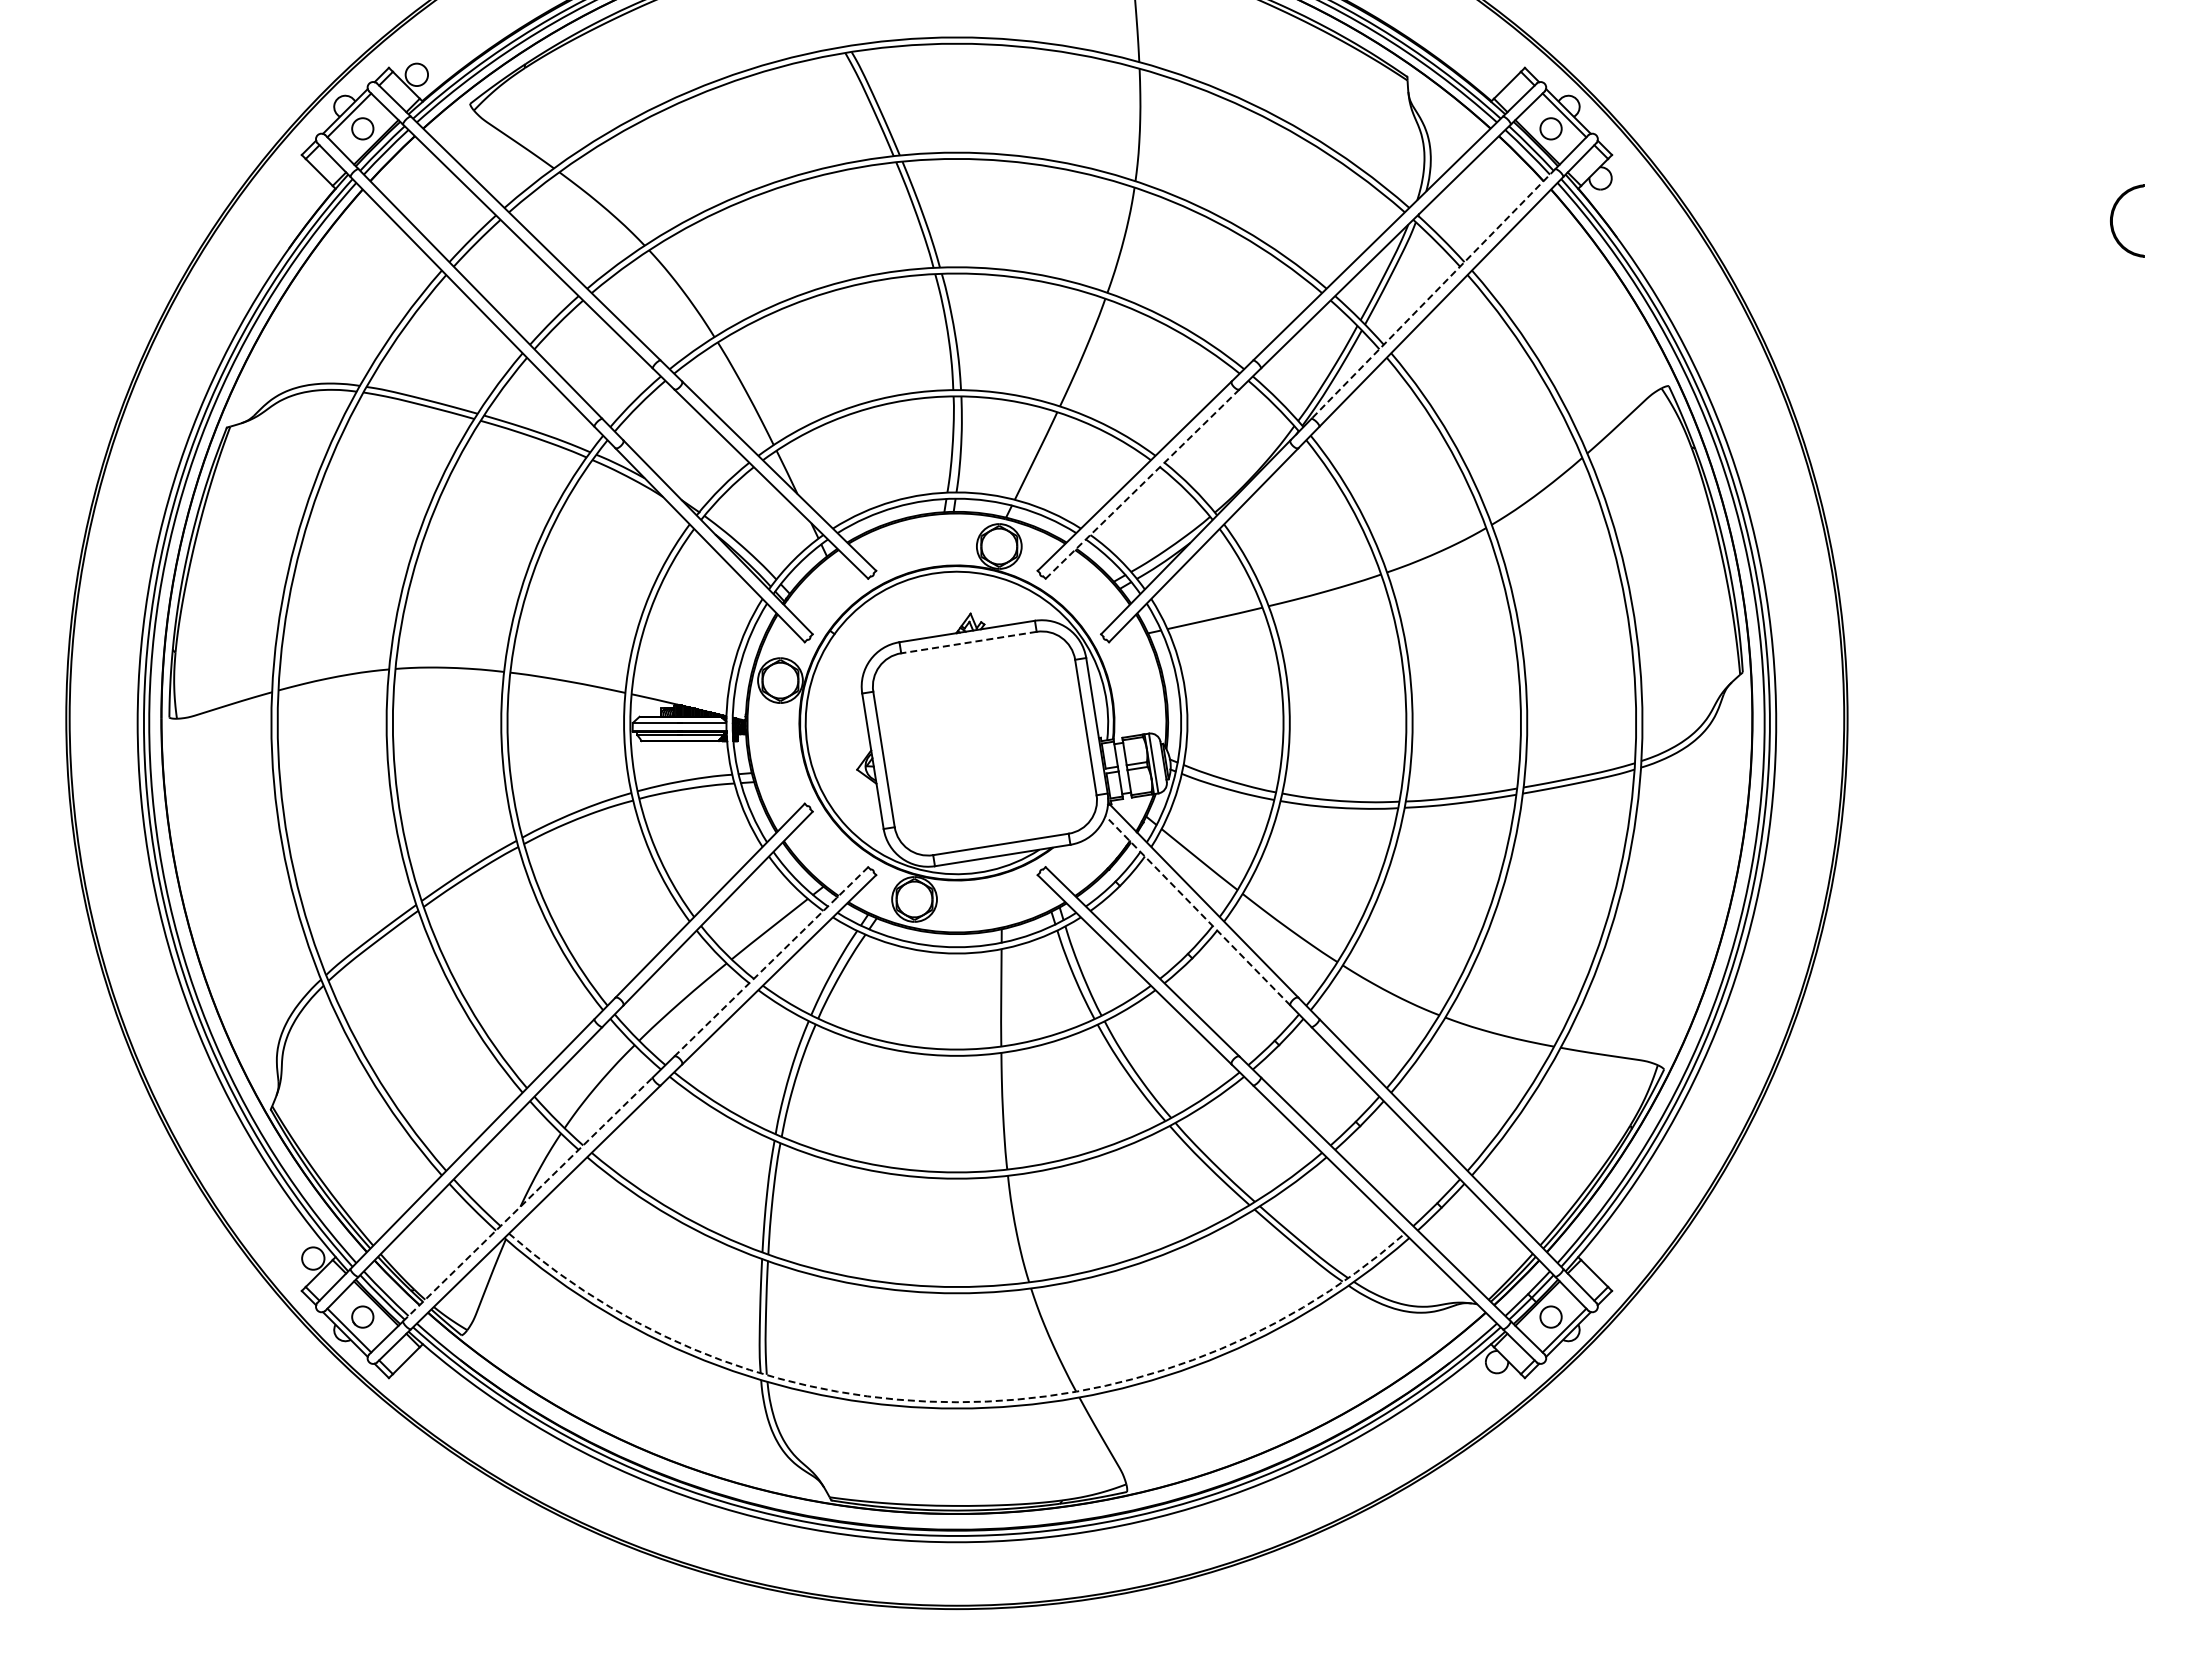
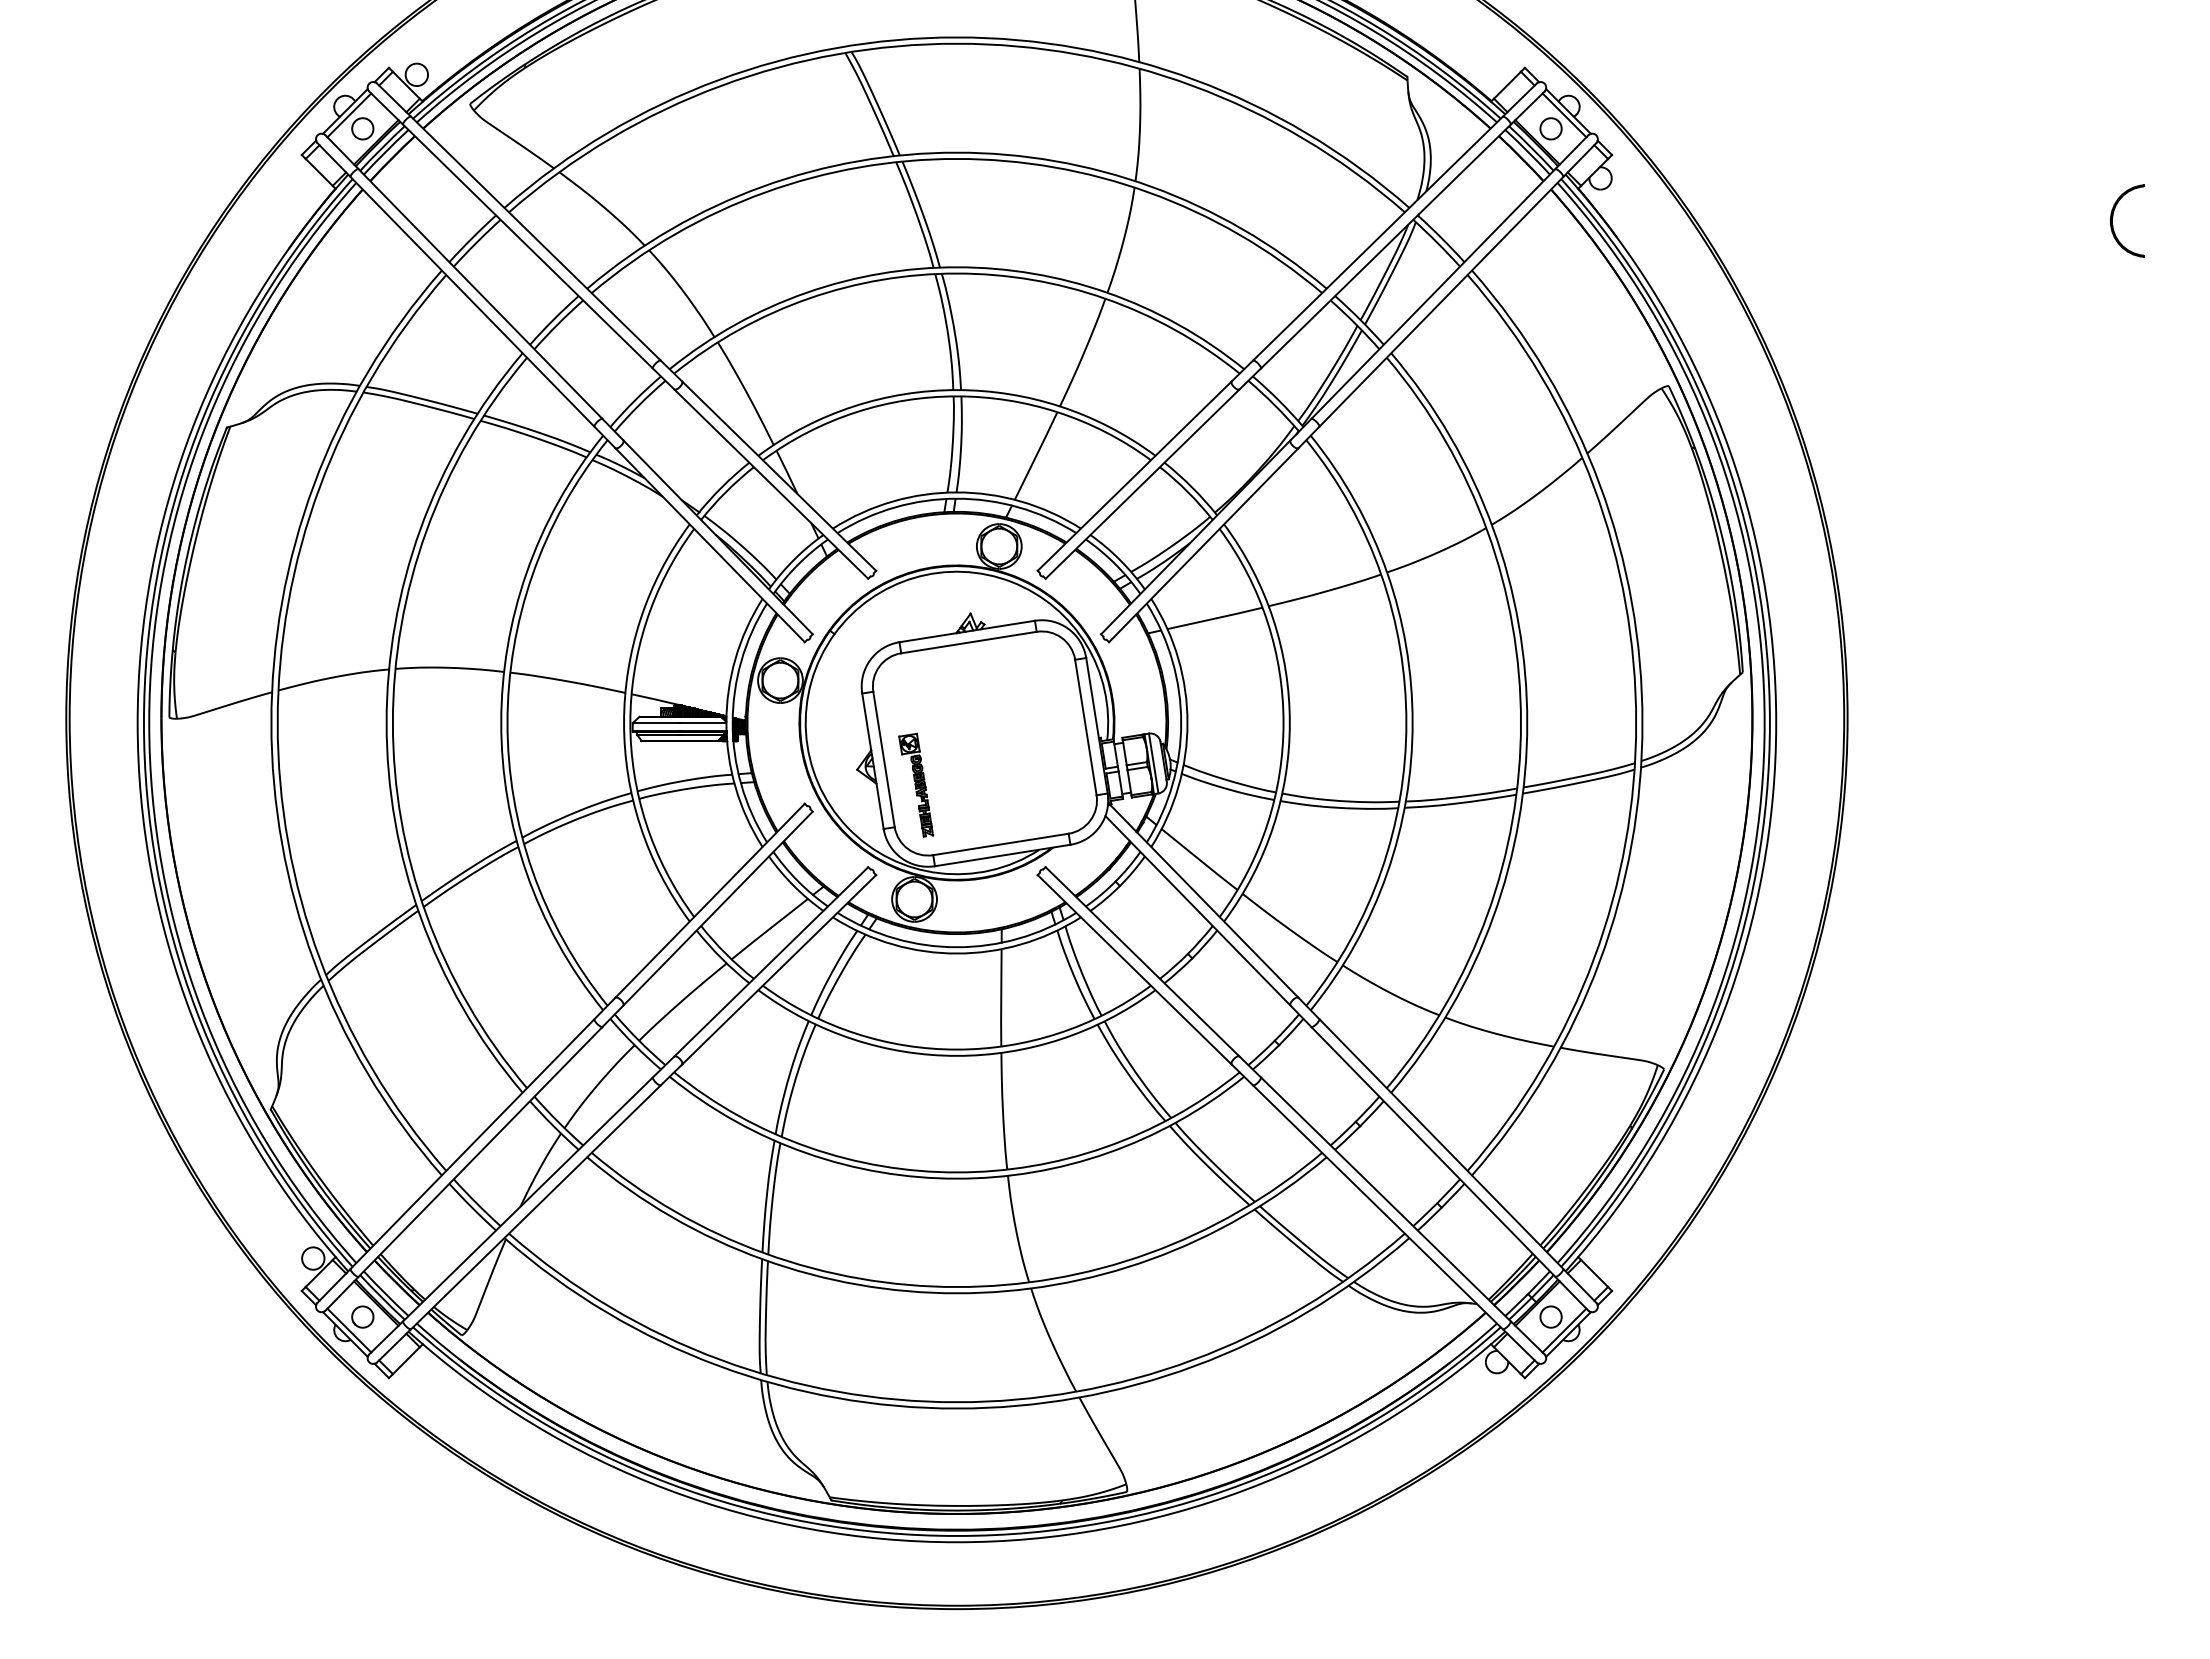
line at (1433, 293): dashed -> solid
line at (1142, 484): dashed -> solid
line at (968, 642): dashed -> solid
part at (916, 784): none -> present
line at (1197, 910): dashed -> solid
line at (771, 961): dashed -> solid
line at (527, 1199): dashed -> solid
arc at (956, 1402): dashed -> solid
